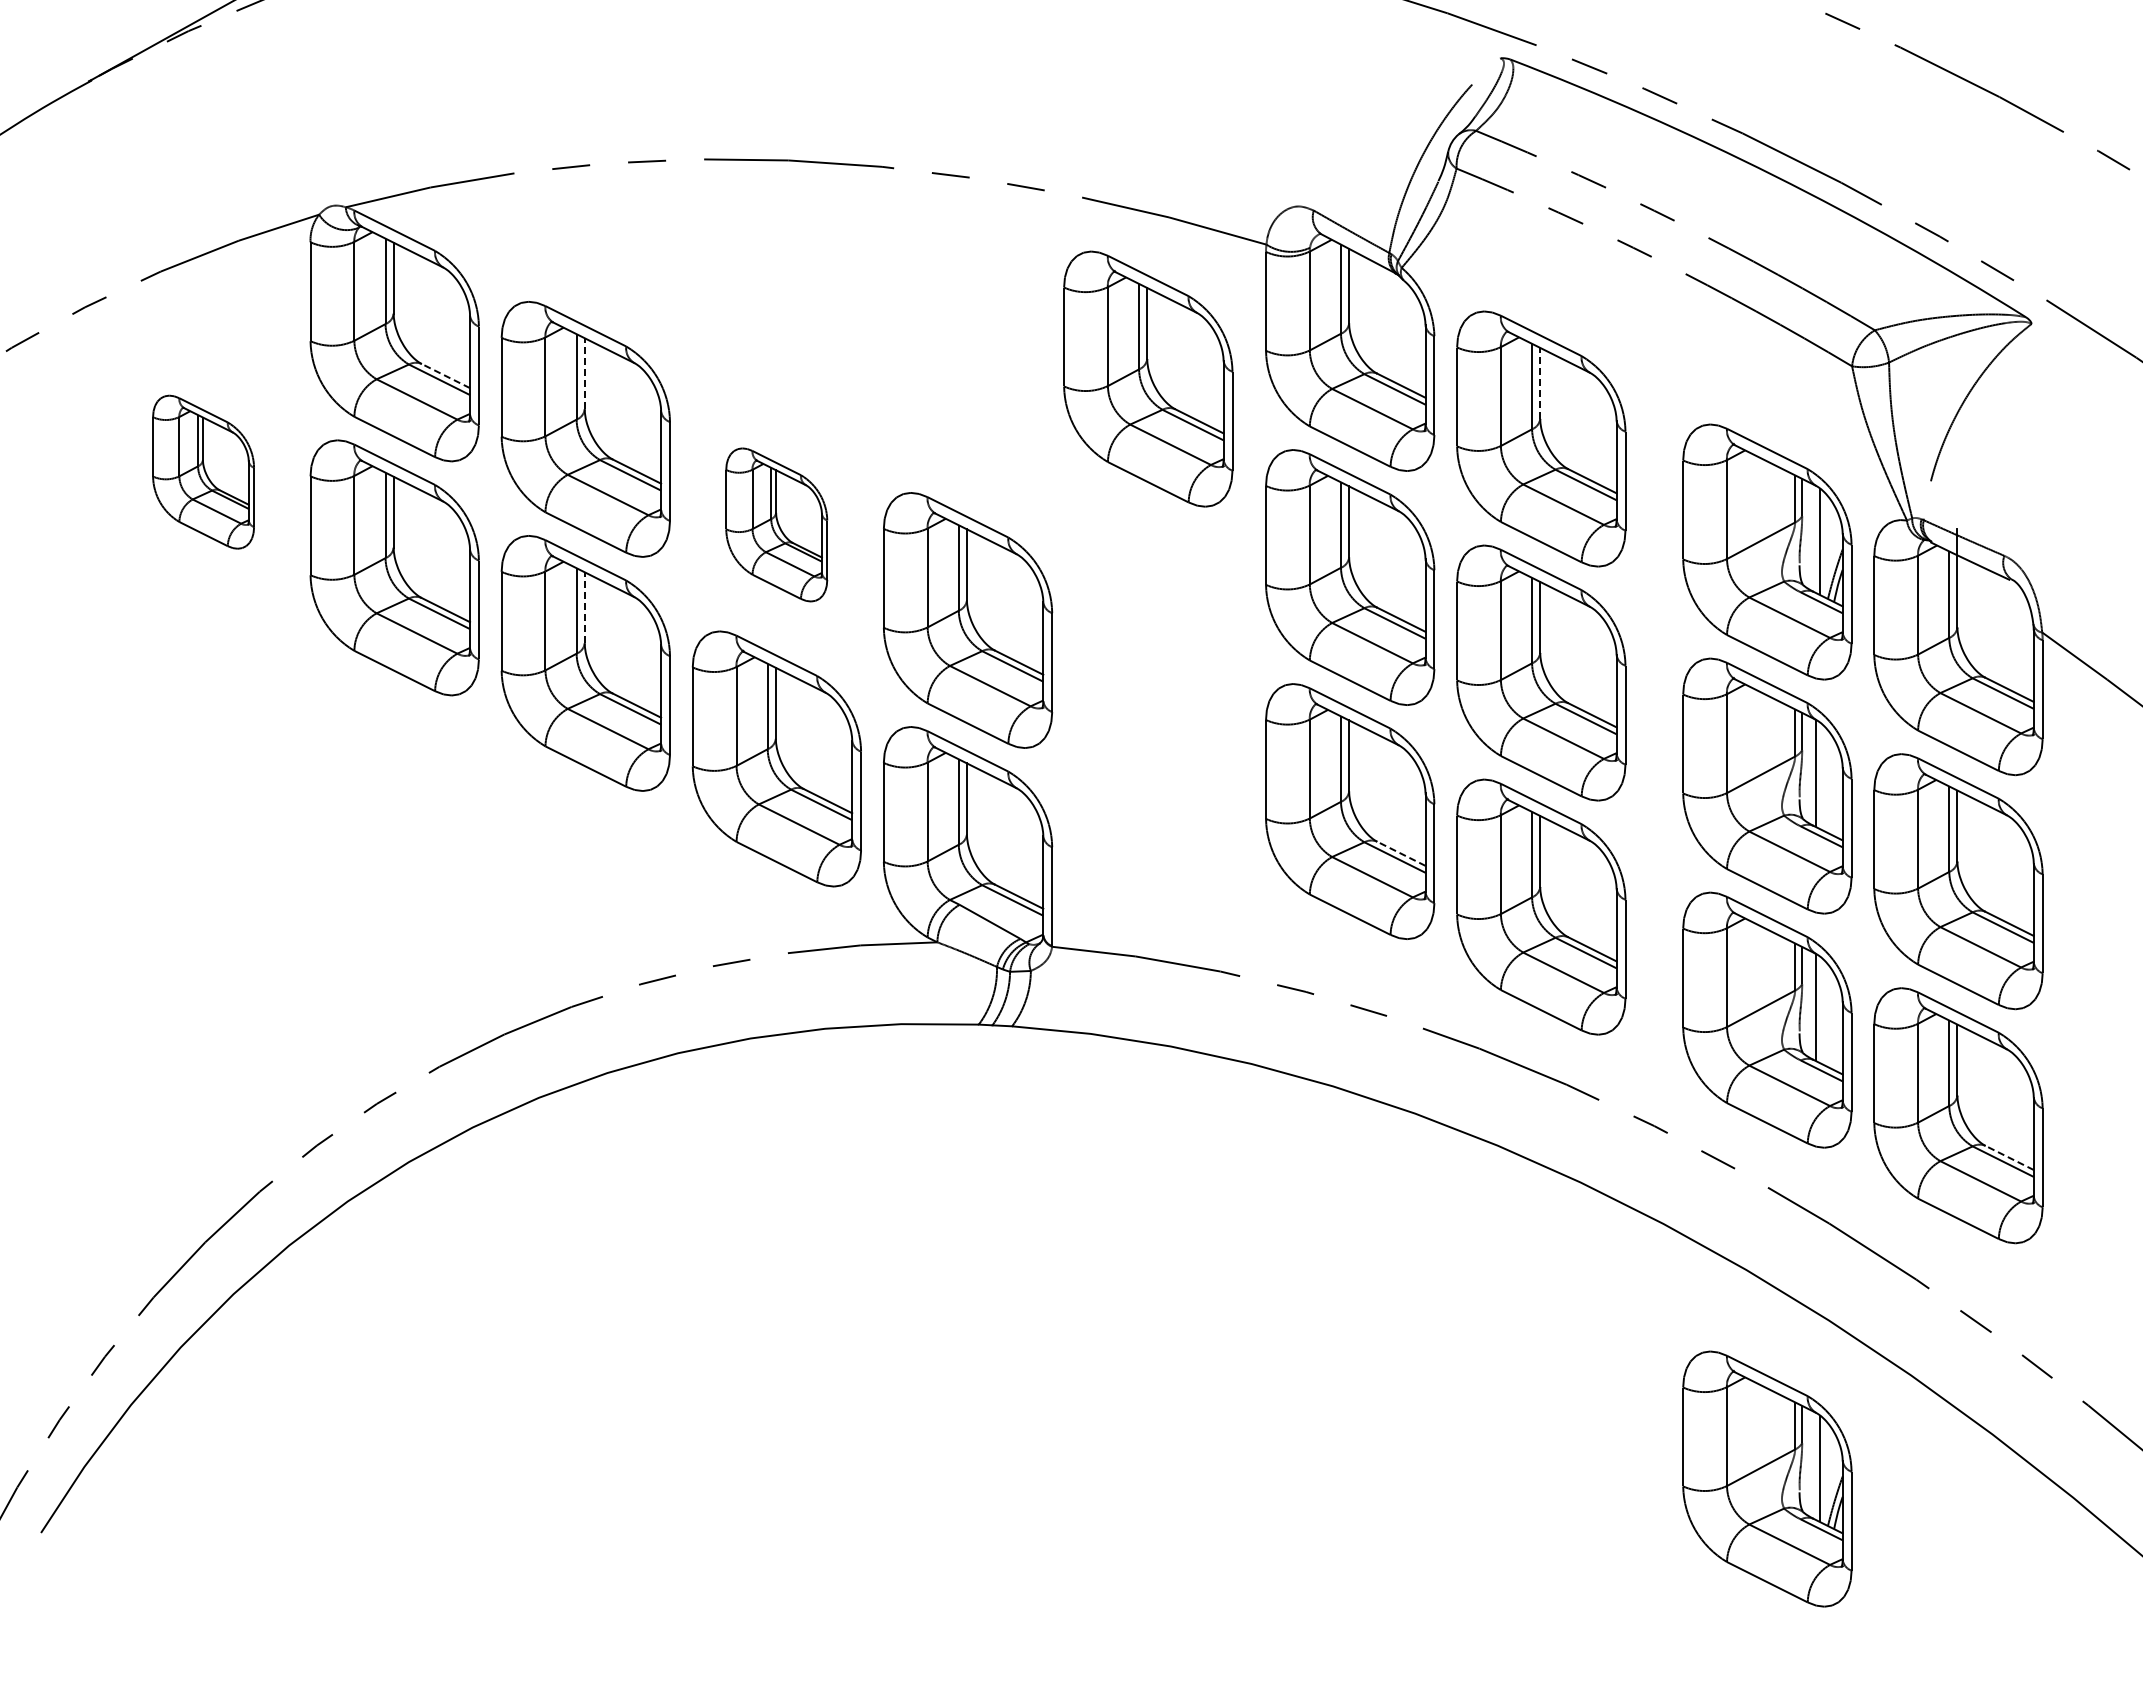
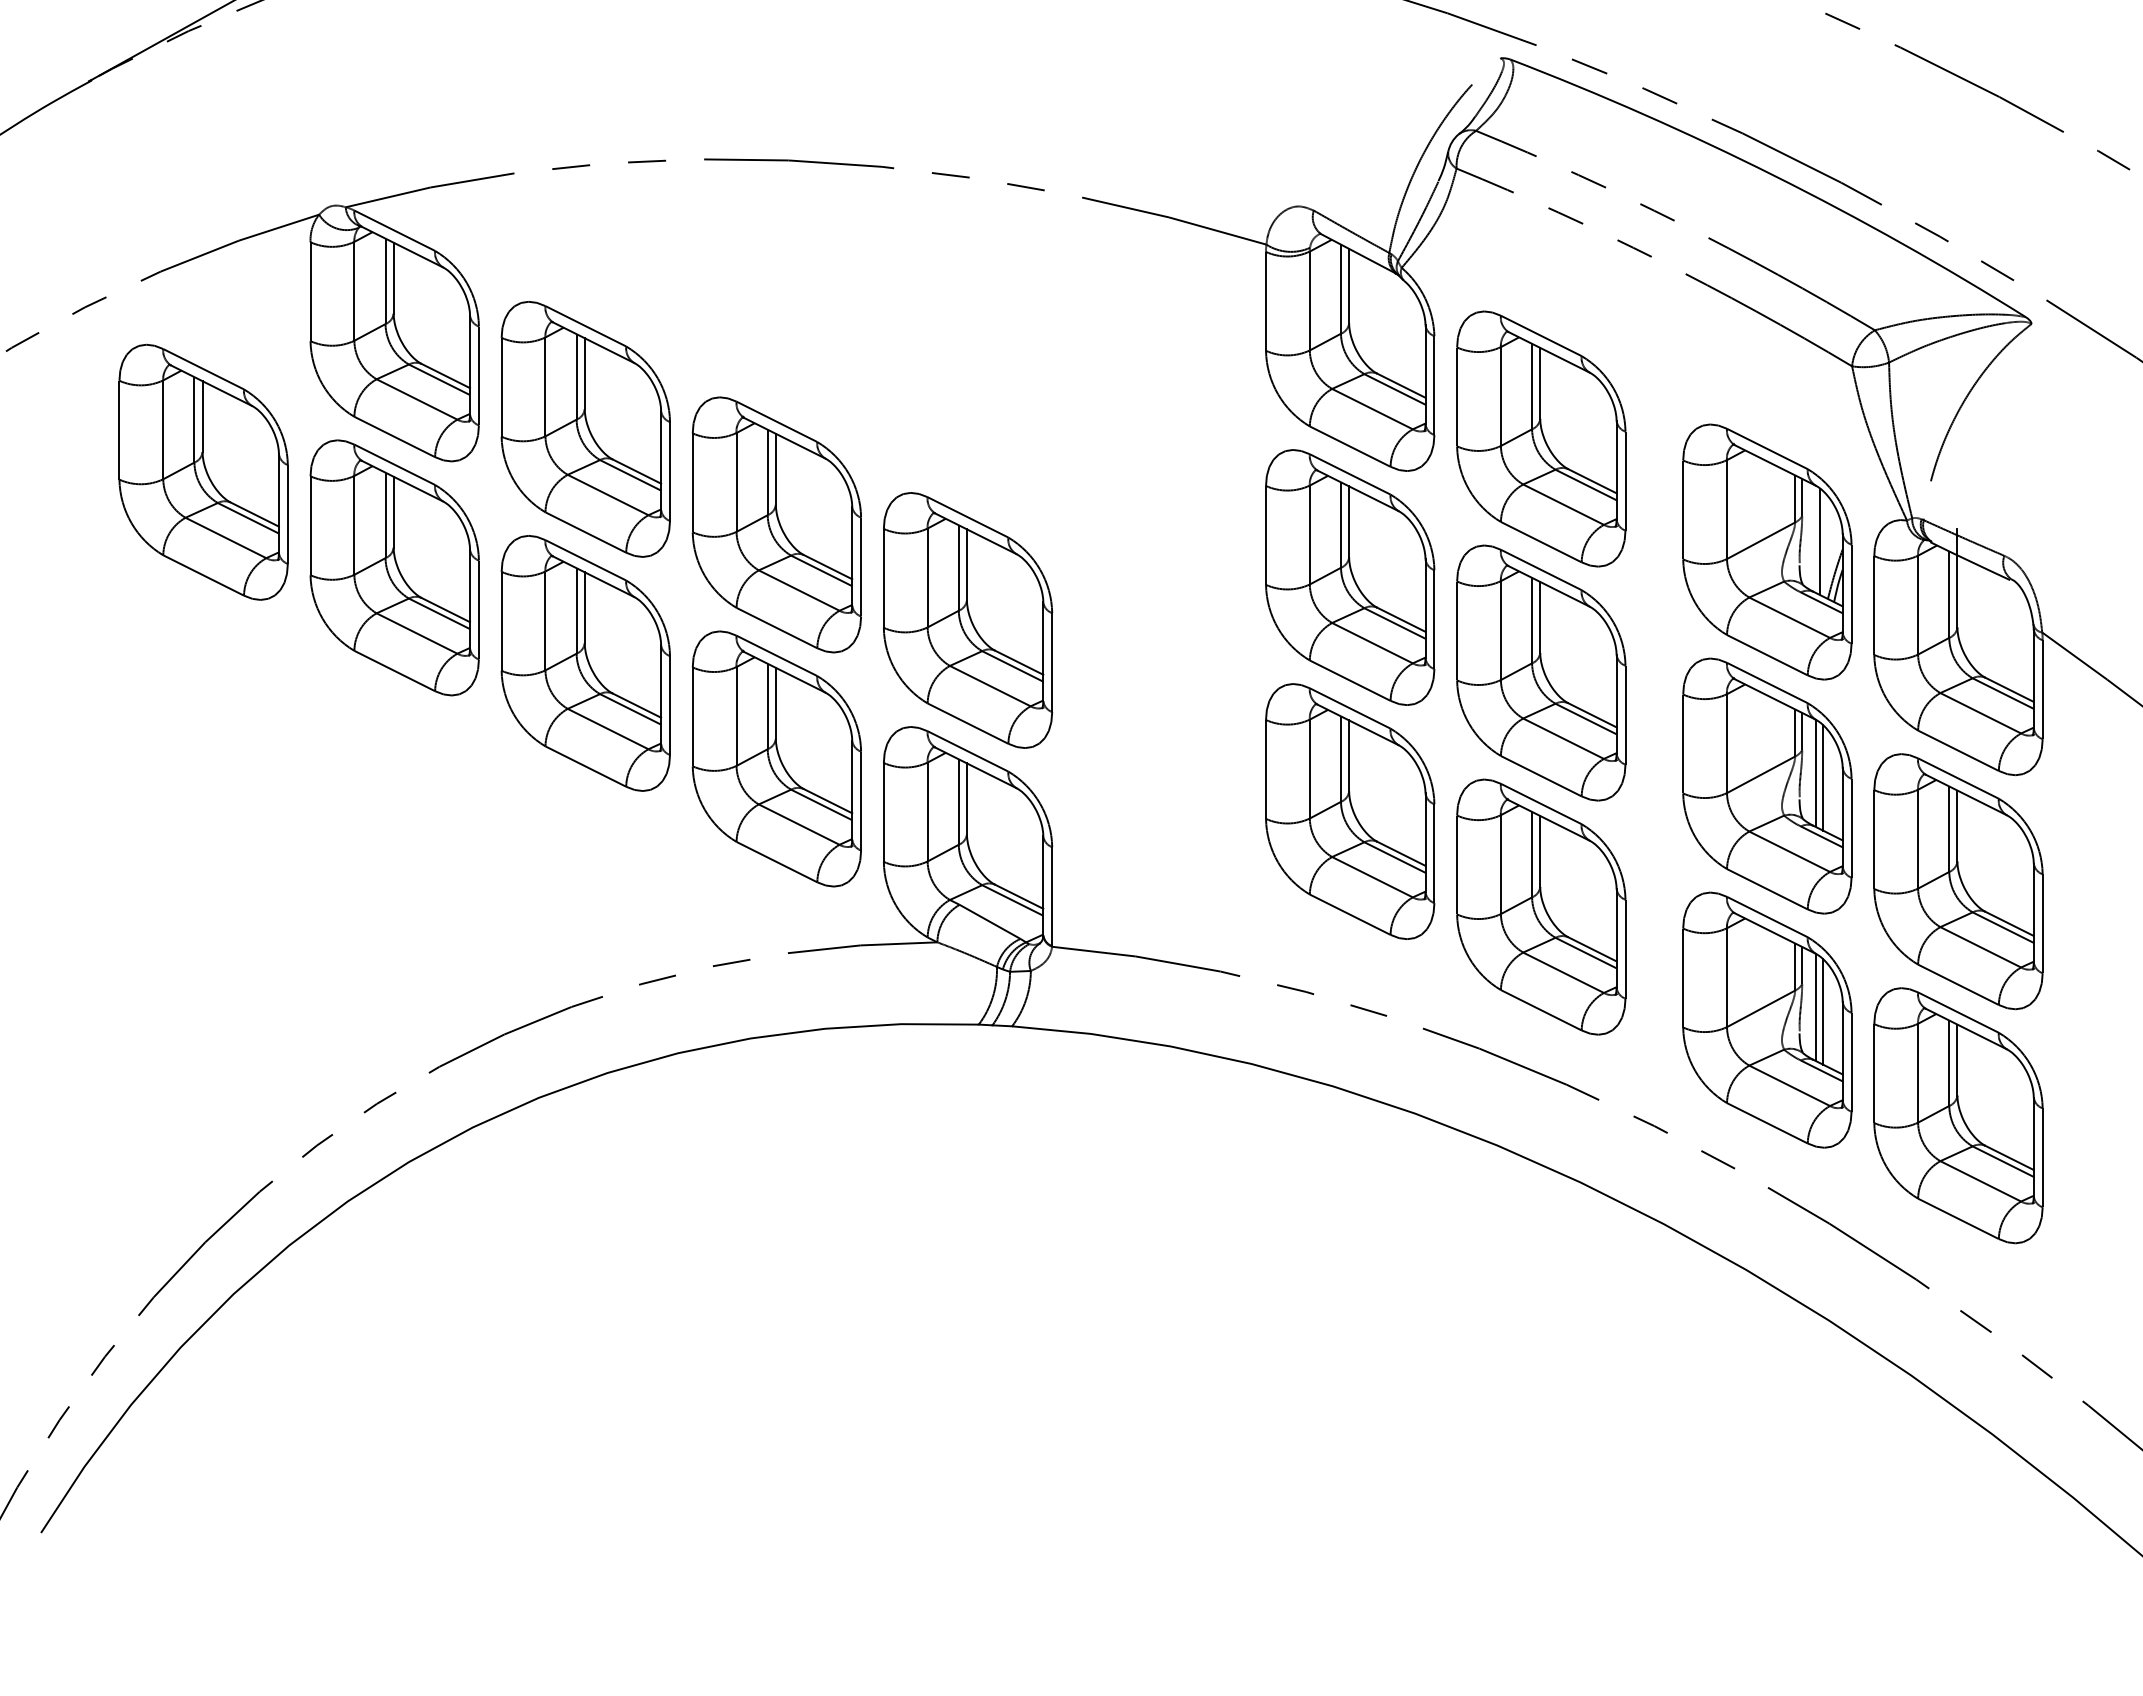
line at (584, 373): dashed -> solid
line at (445, 376): dashed -> solid
part at (1148, 378): present -> none
line at (1540, 383): dashed -> solid
part at (203, 471) size: 103x156 px -> 171x258 px
part at (776, 524) size: 104x156 px -> 171x258 px
line at (584, 607): dashed -> solid
line at (1823, 777): none -> present
line at (1401, 853): dashed -> solid
line at (1823, 1011): none -> present
line at (2009, 1157): dashed -> solid
part at (1767, 1478): present -> none
